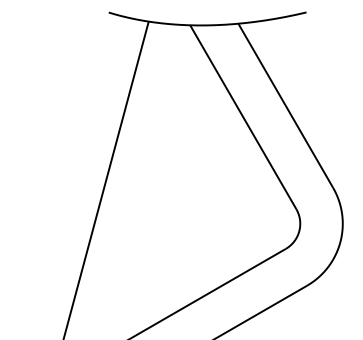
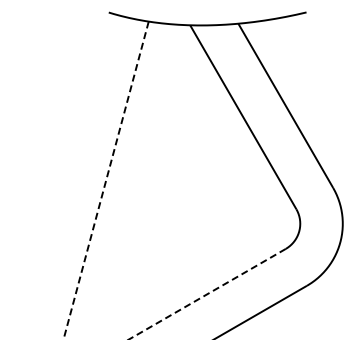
line at (106, 180): solid -> dashed
line at (206, 294): solid -> dashed
